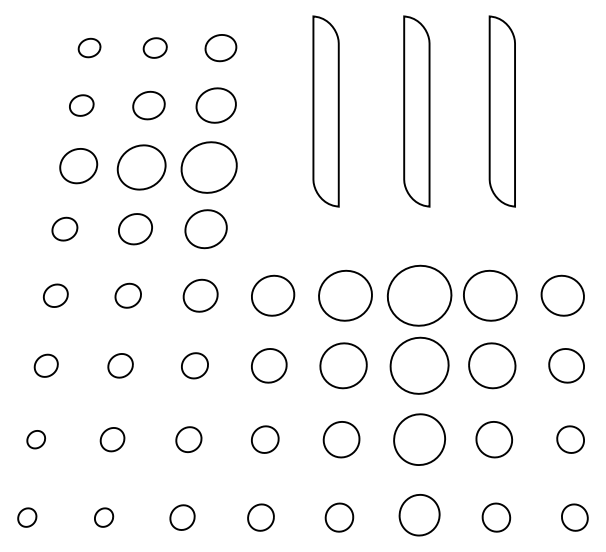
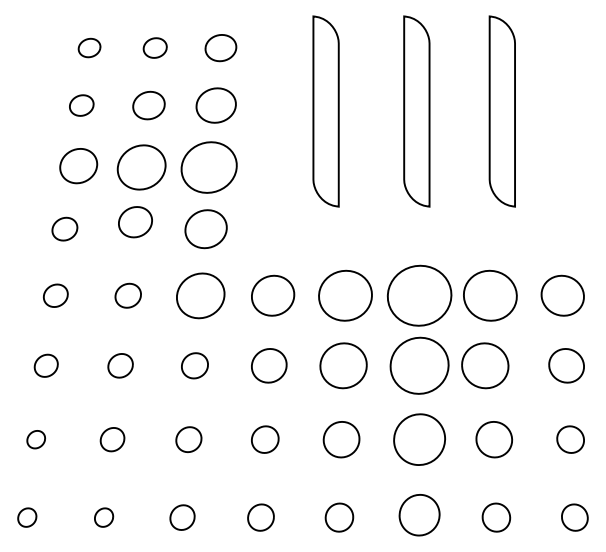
part at (135, 229) position: (135, 229) -> (135, 222)
part at (200, 295) size: 37x35 px -> 50x48 px
part at (492, 365) position: (492, 365) -> (485, 365)
